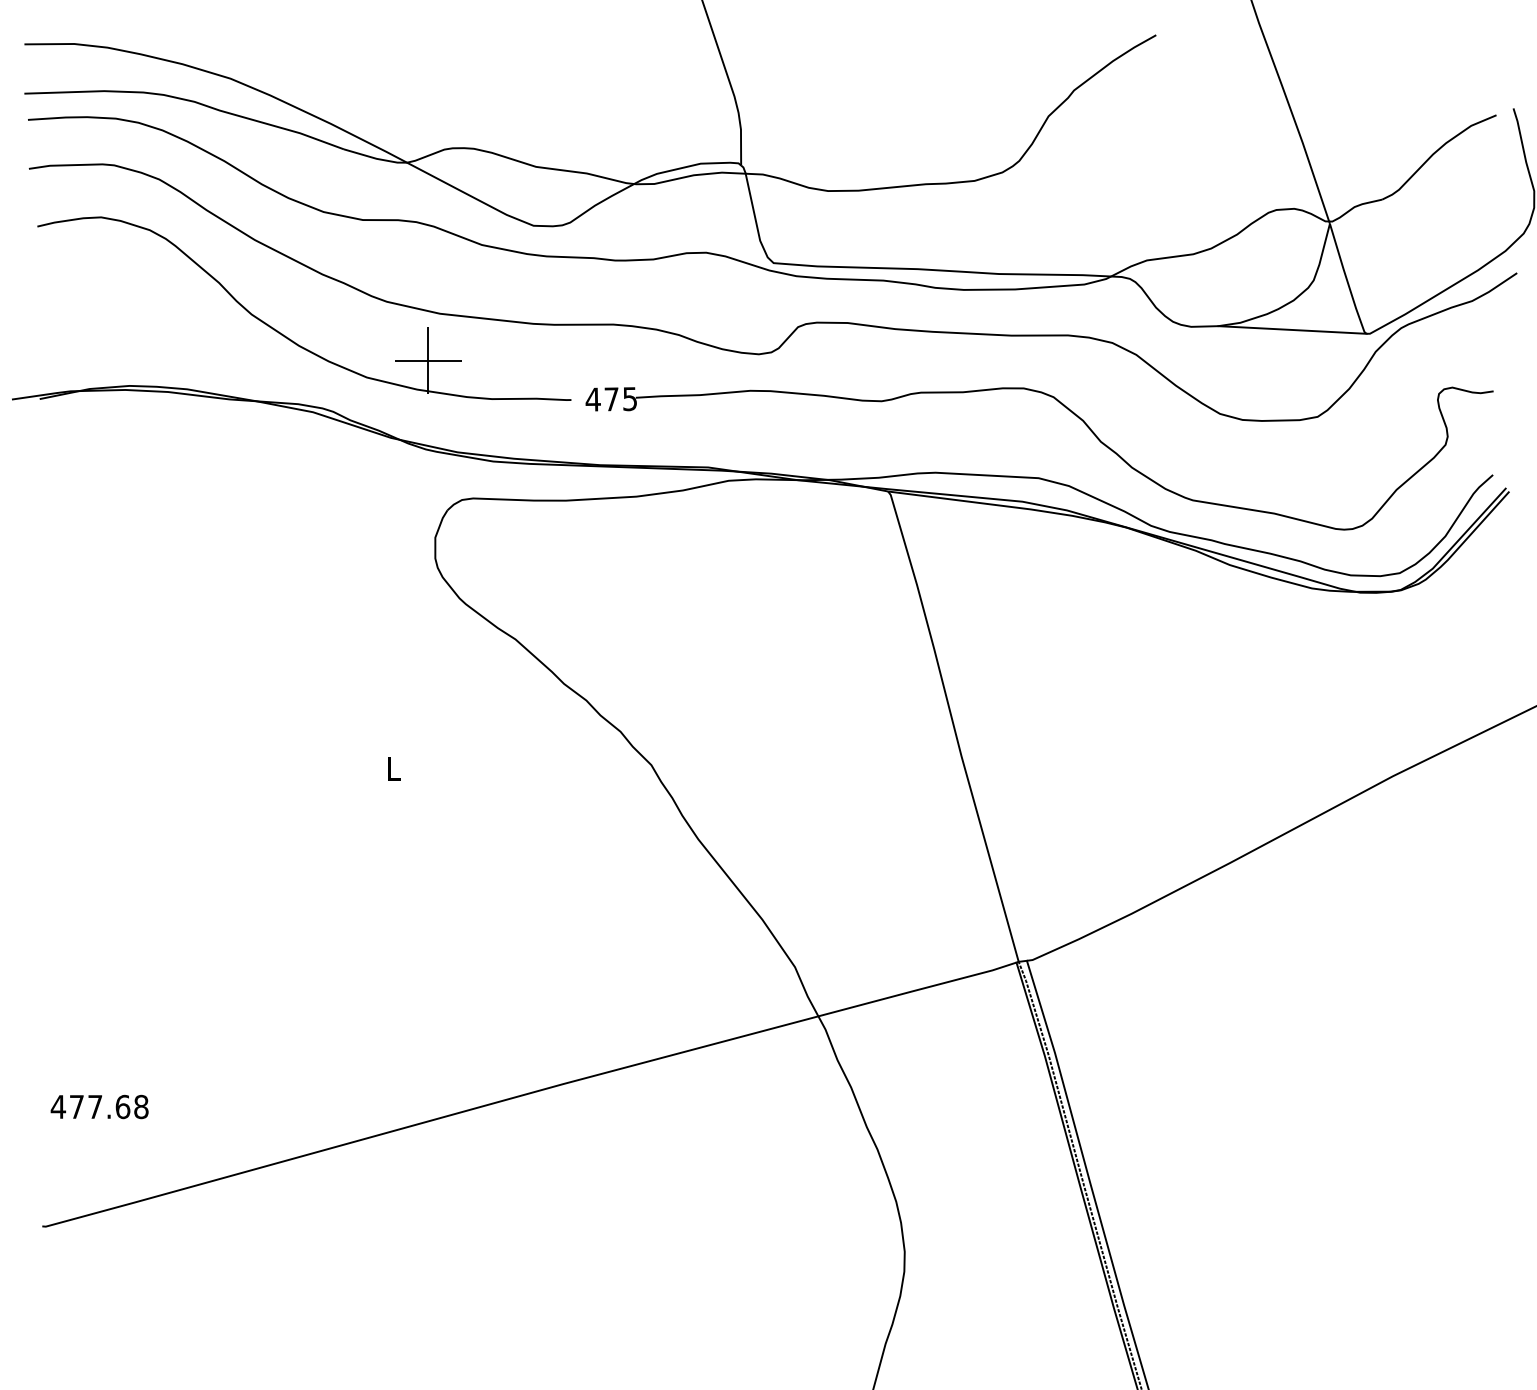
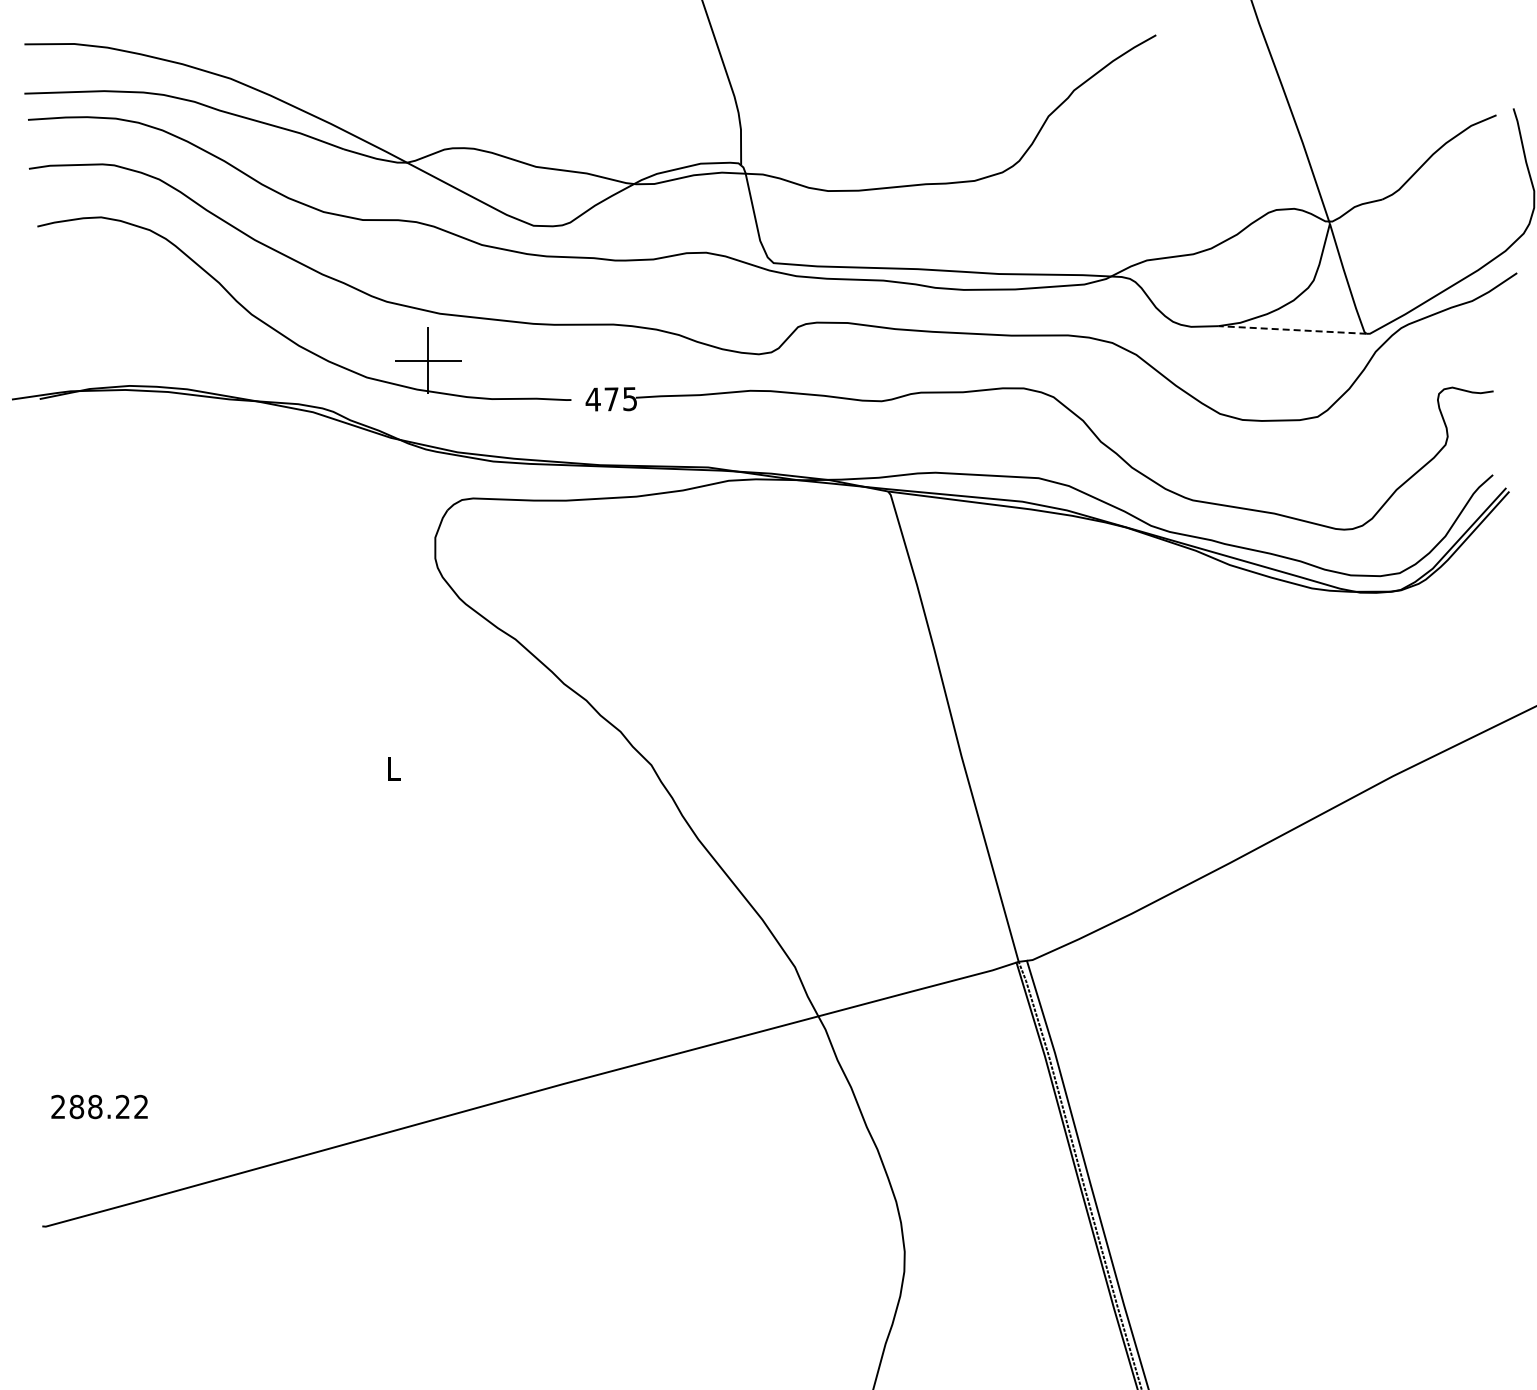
line at (1291, 329): solid -> dashed
text at (99, 1106): 477.68 -> 288.22
